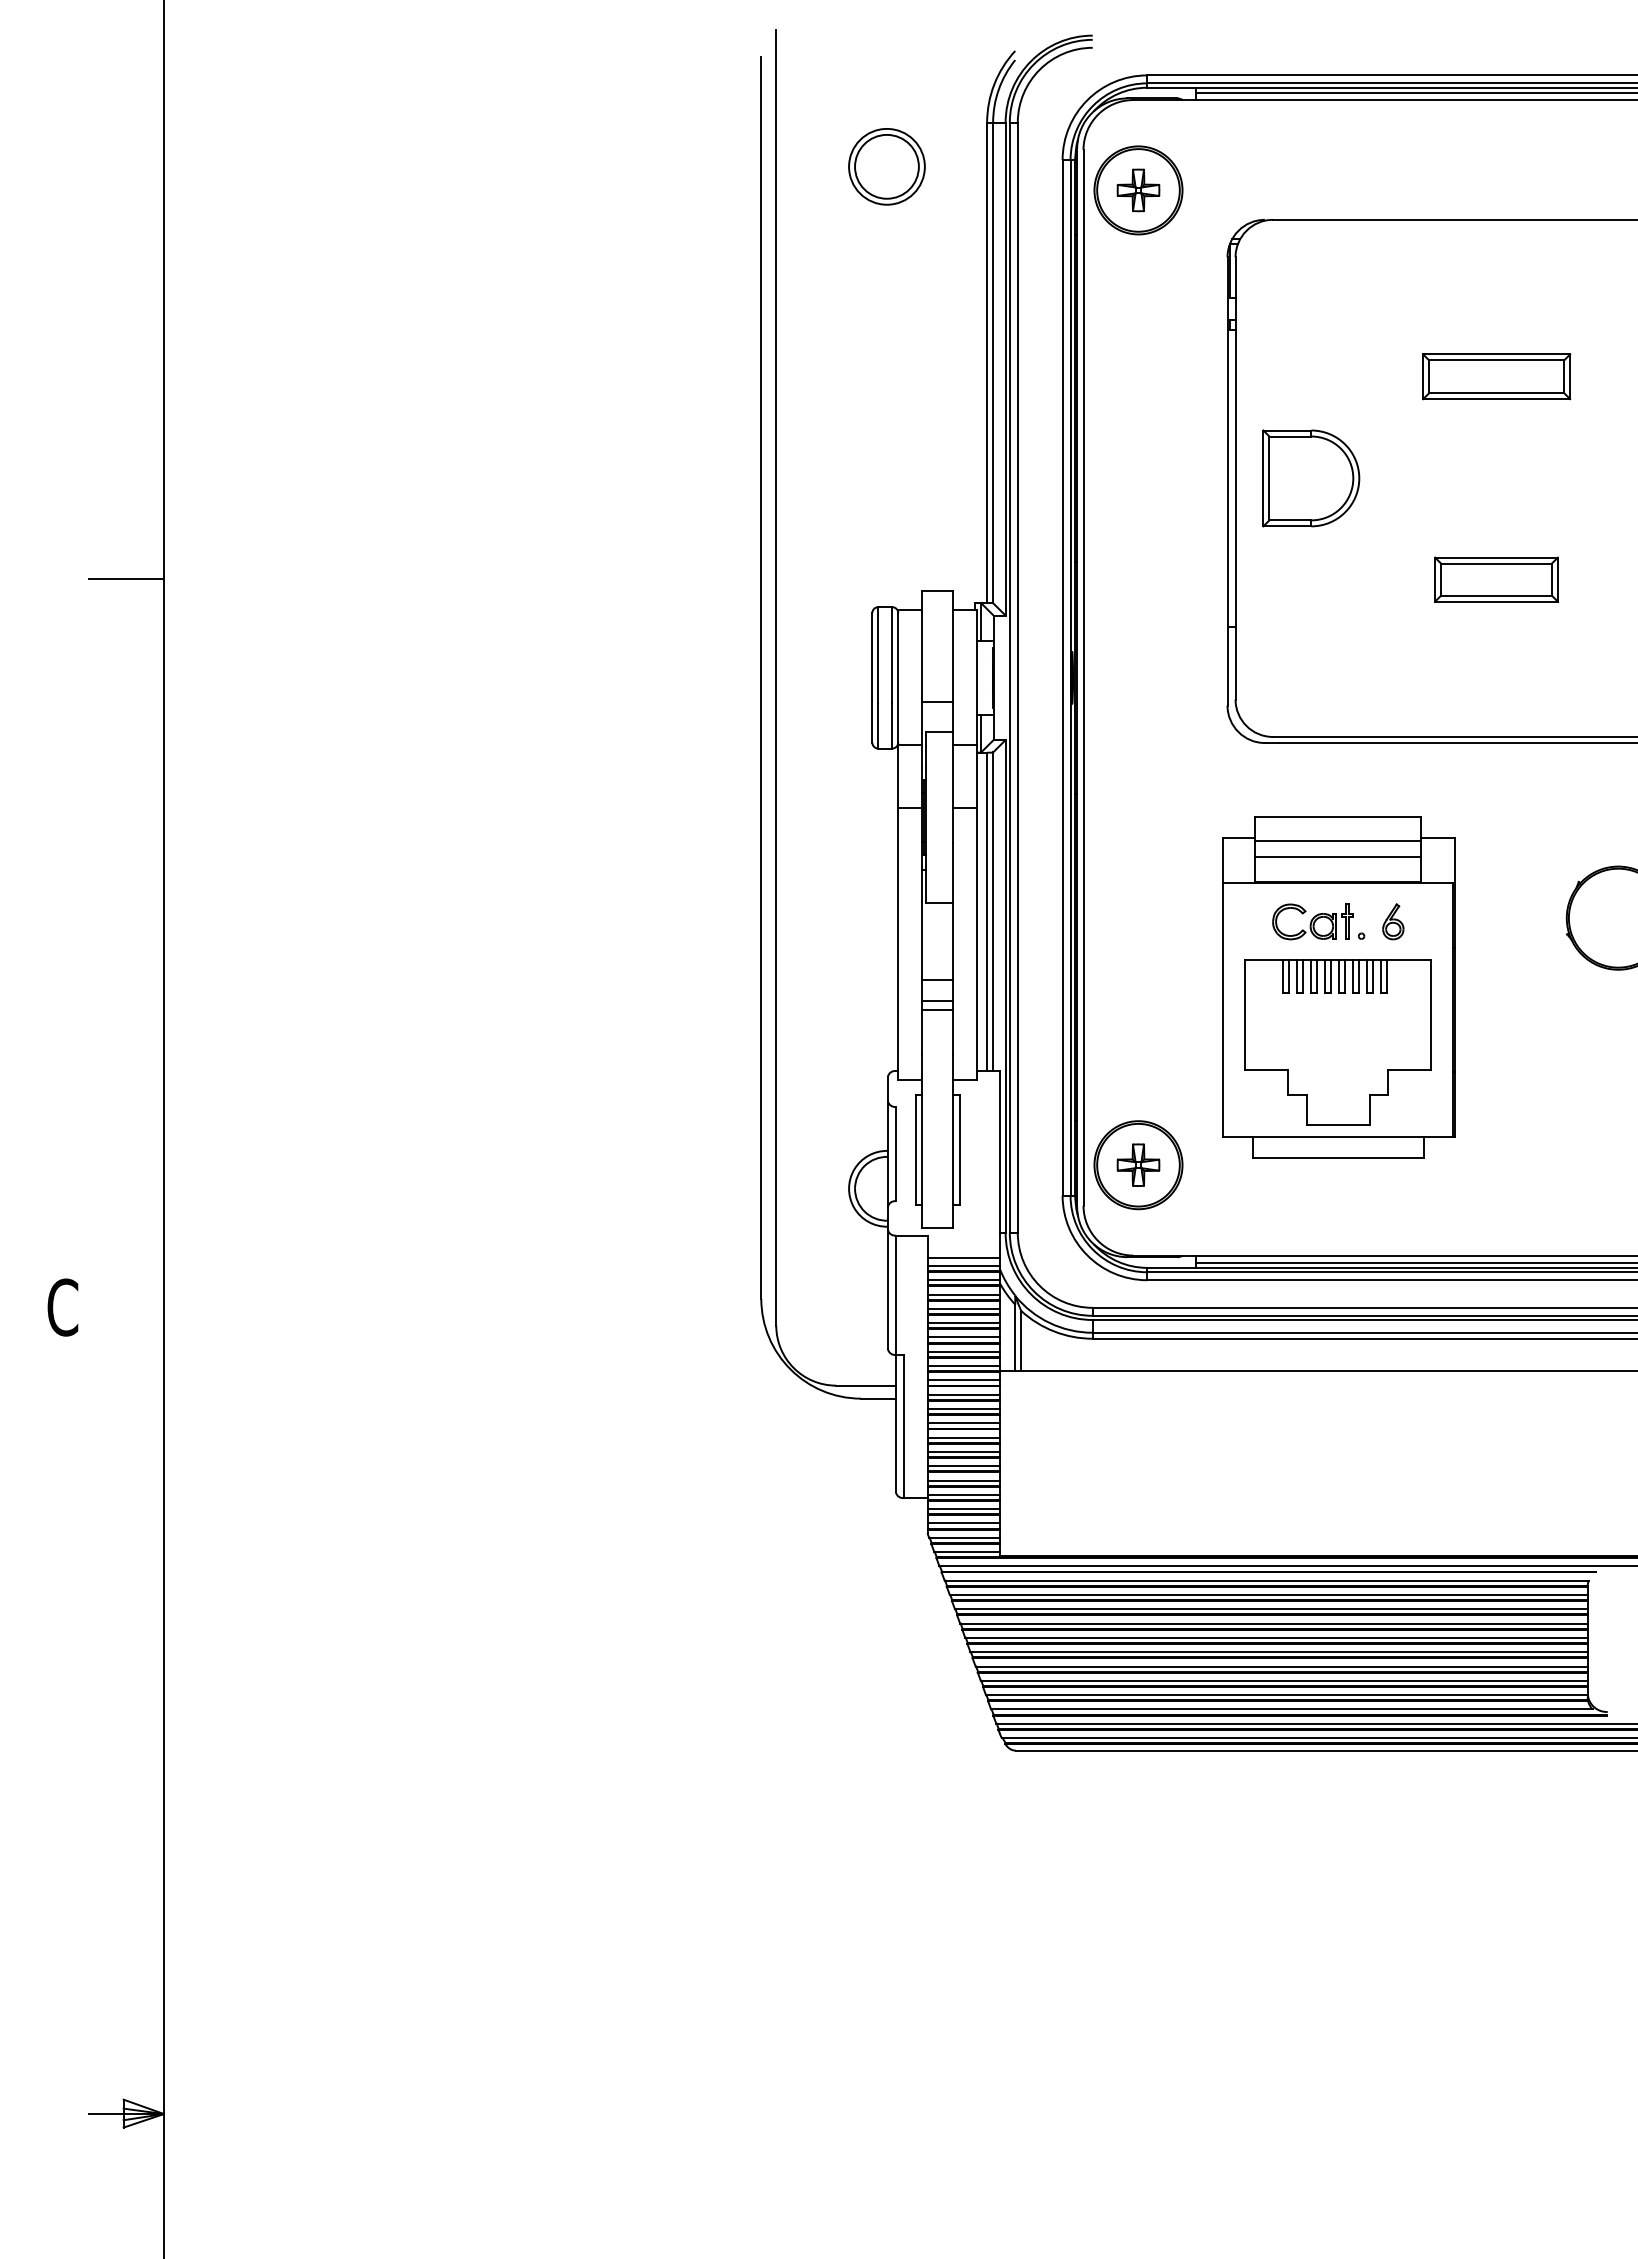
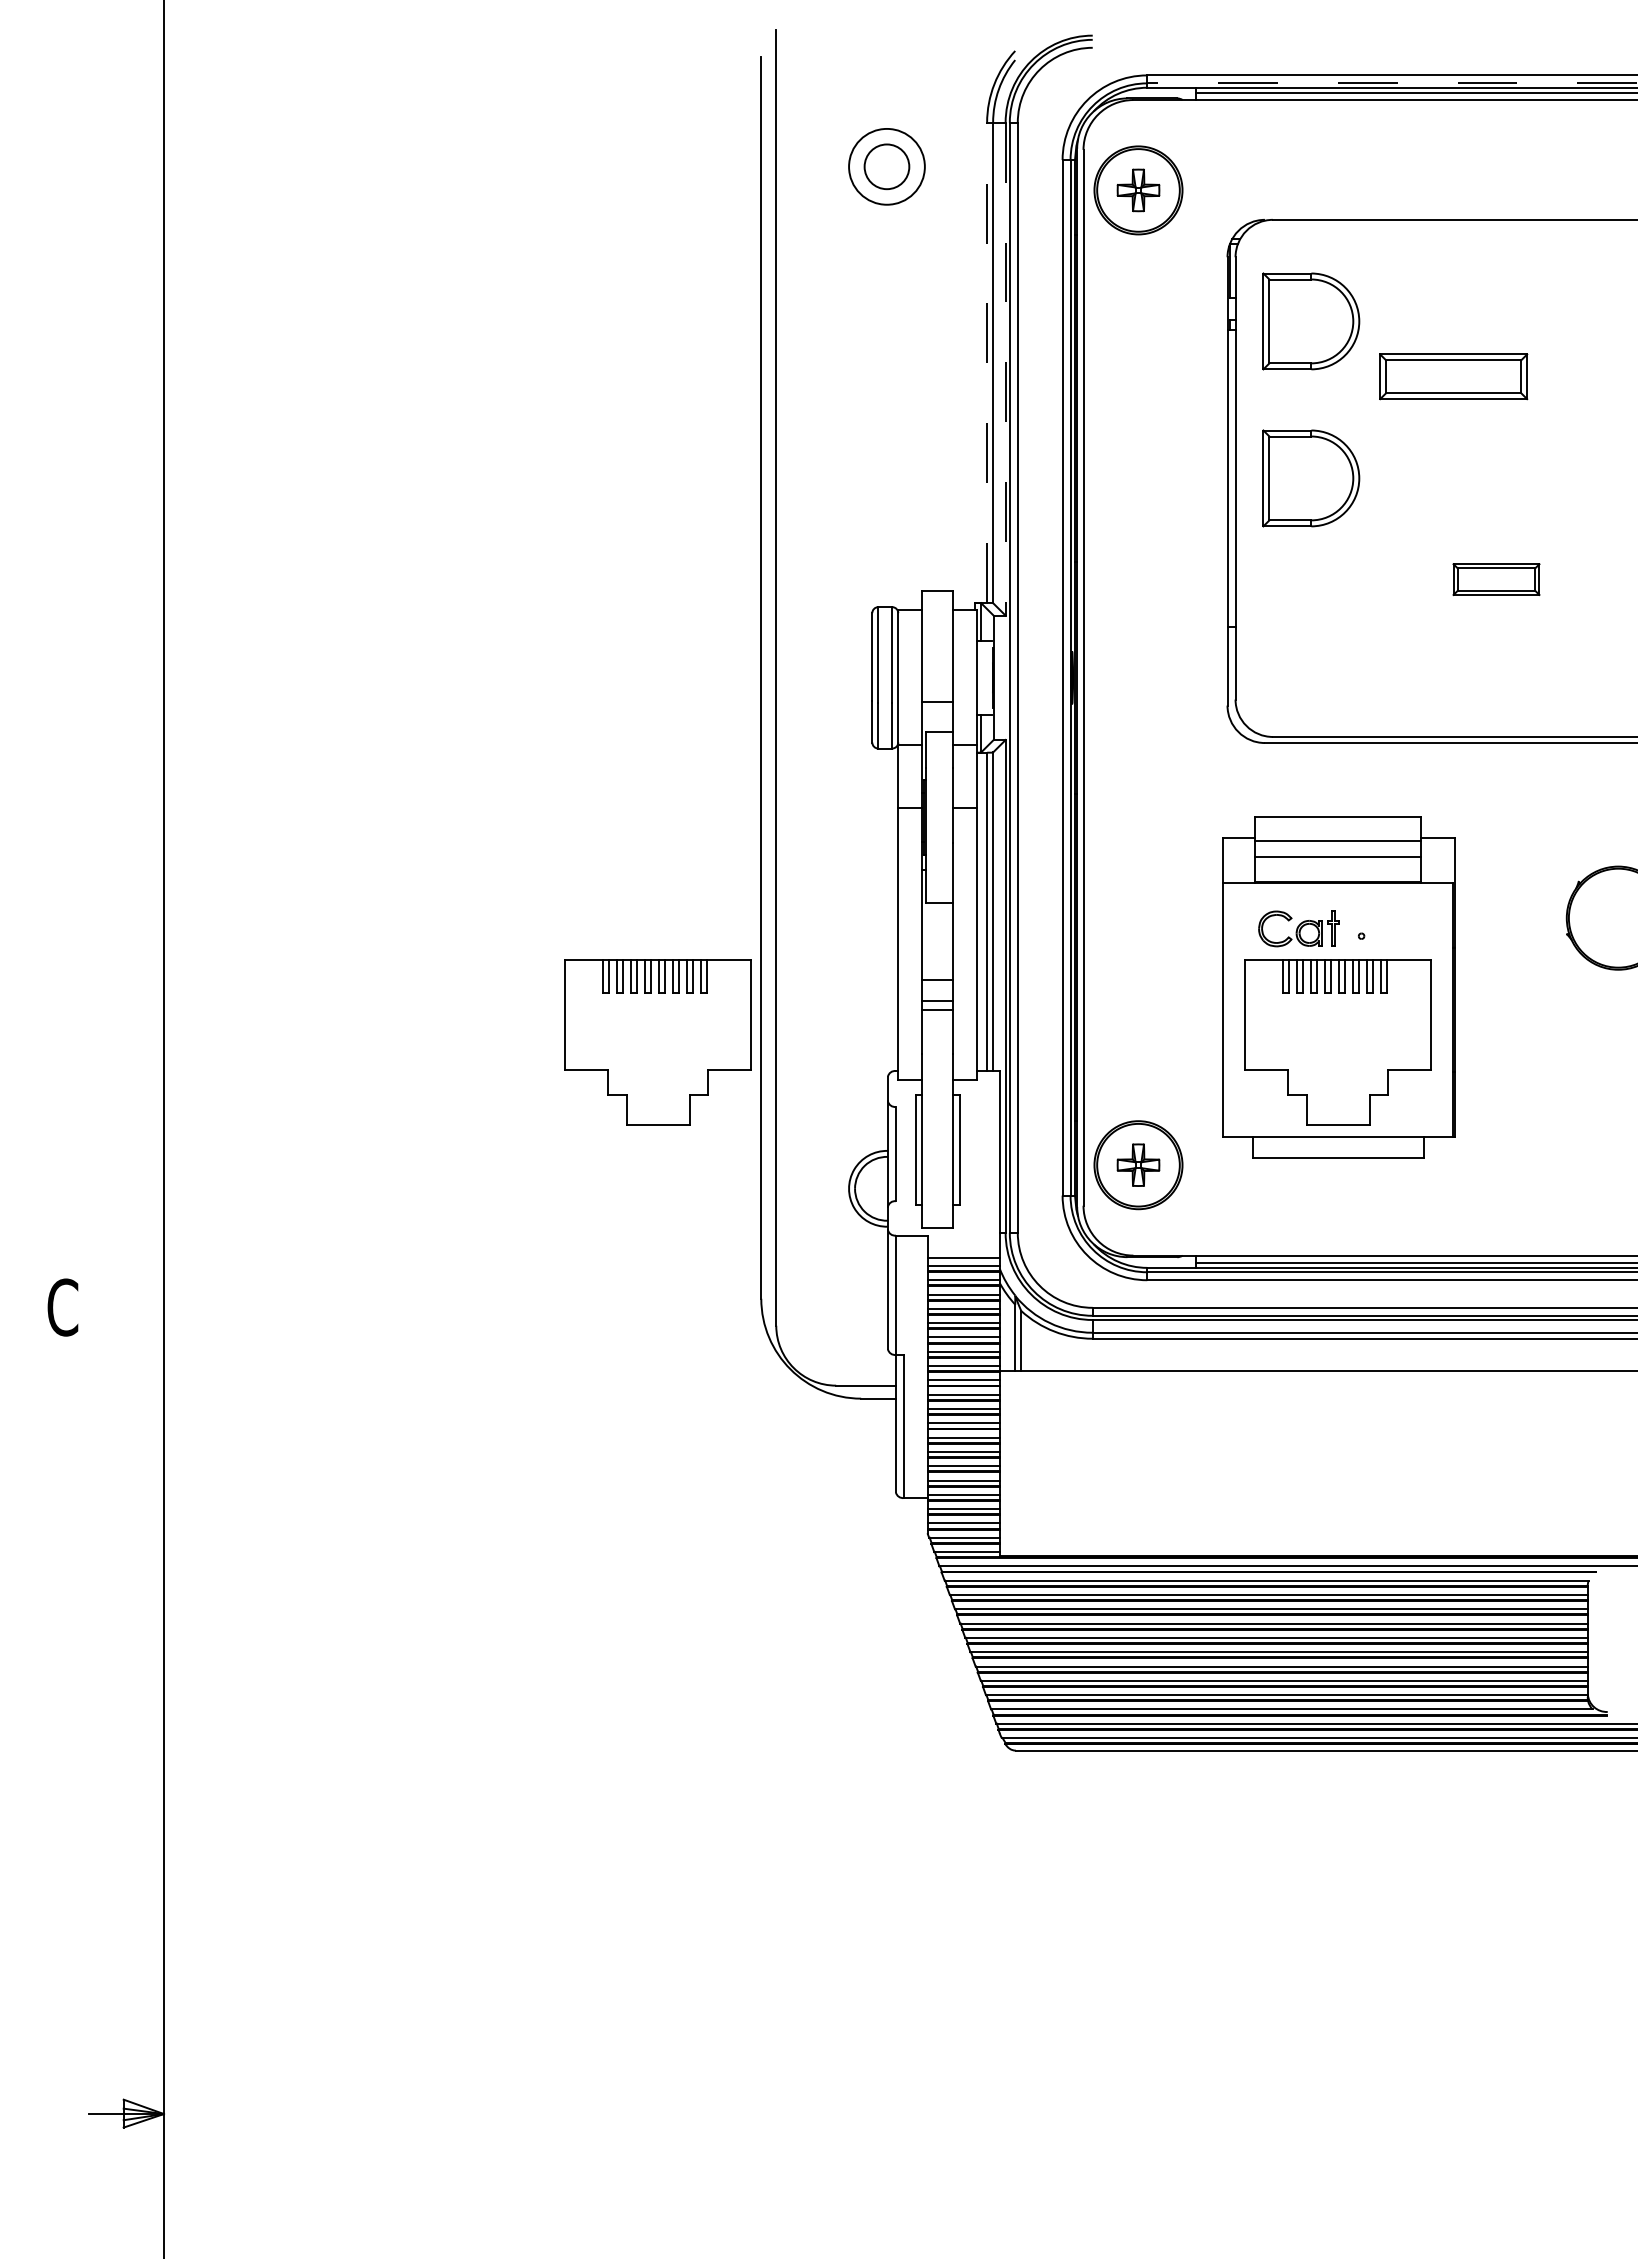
line at (1392, 83): solid -> dashed
circle at (886, 166) diameter: 64 px -> 45 px
part at (1311, 321): none -> present
line at (987, 362): solid -> dashed
line at (1005, 369): solid -> dashed
part at (1496, 376) position: (1496, 376) -> (1453, 376)
line at (126, 579): present -> none
part at (1496, 579) size: 125x47 px -> 89x33 px
part at (1312, 921) position: (1312, 921) -> (1298, 928)
part at (1393, 921): present -> none
part at (657, 1042): none -> present
